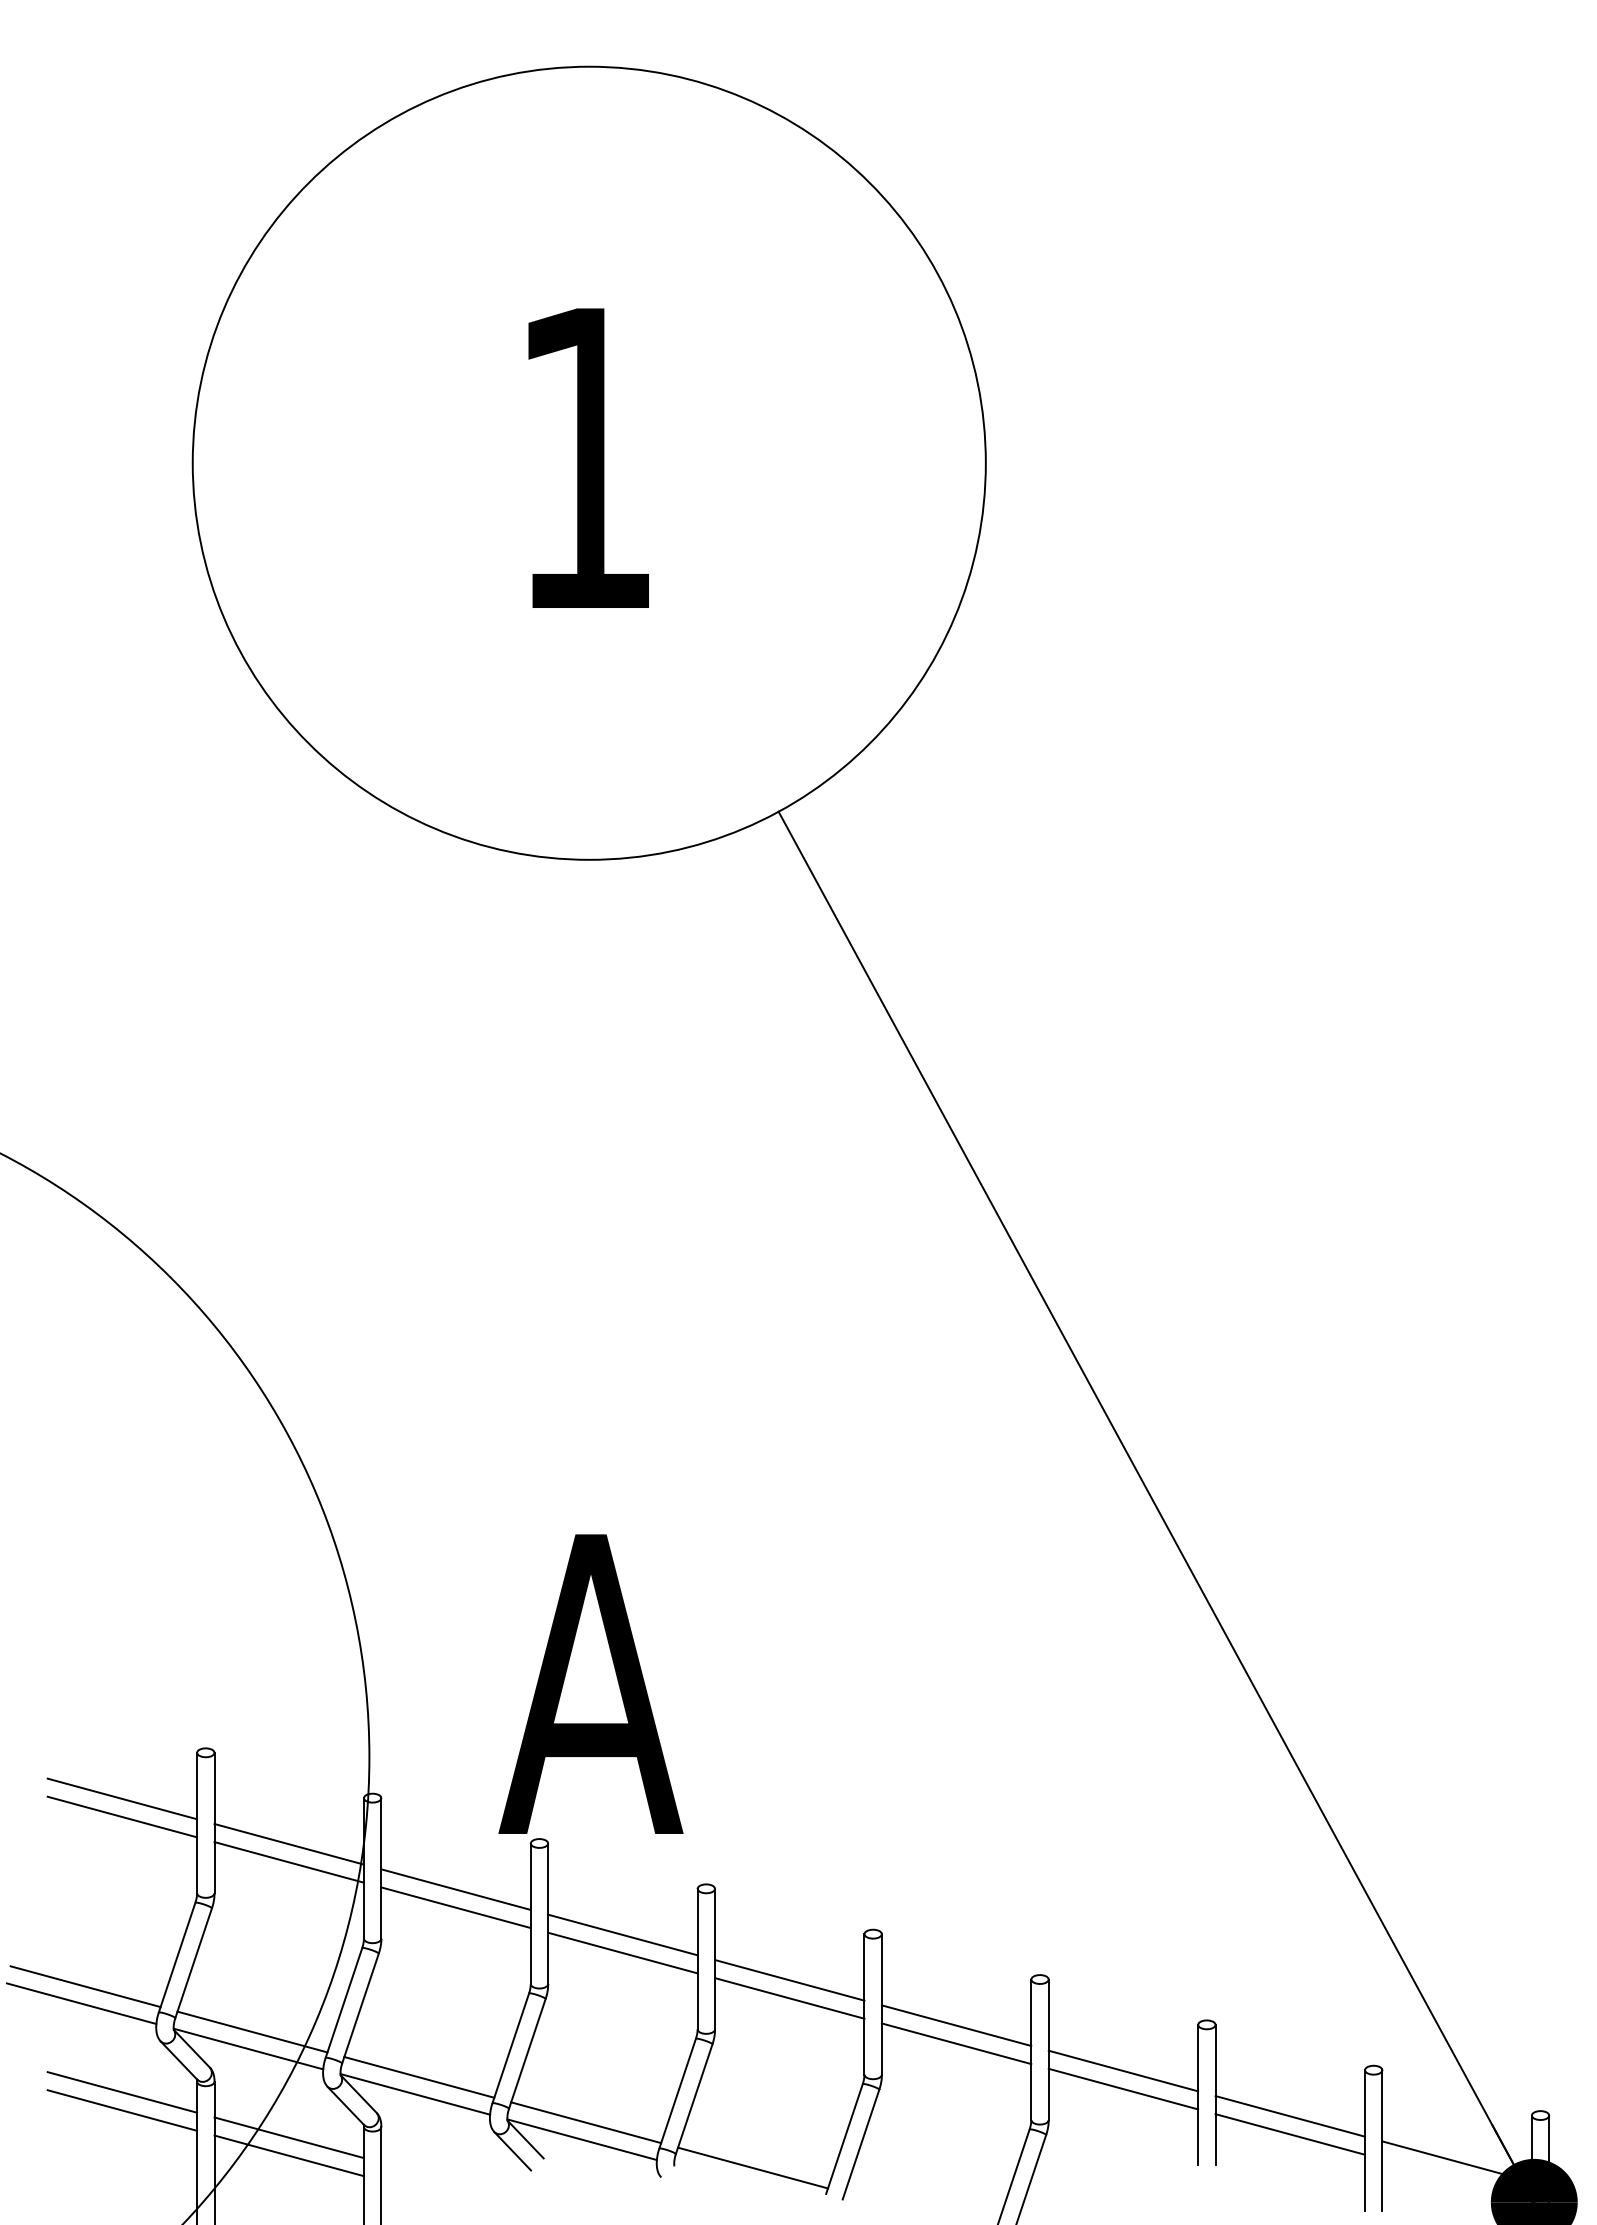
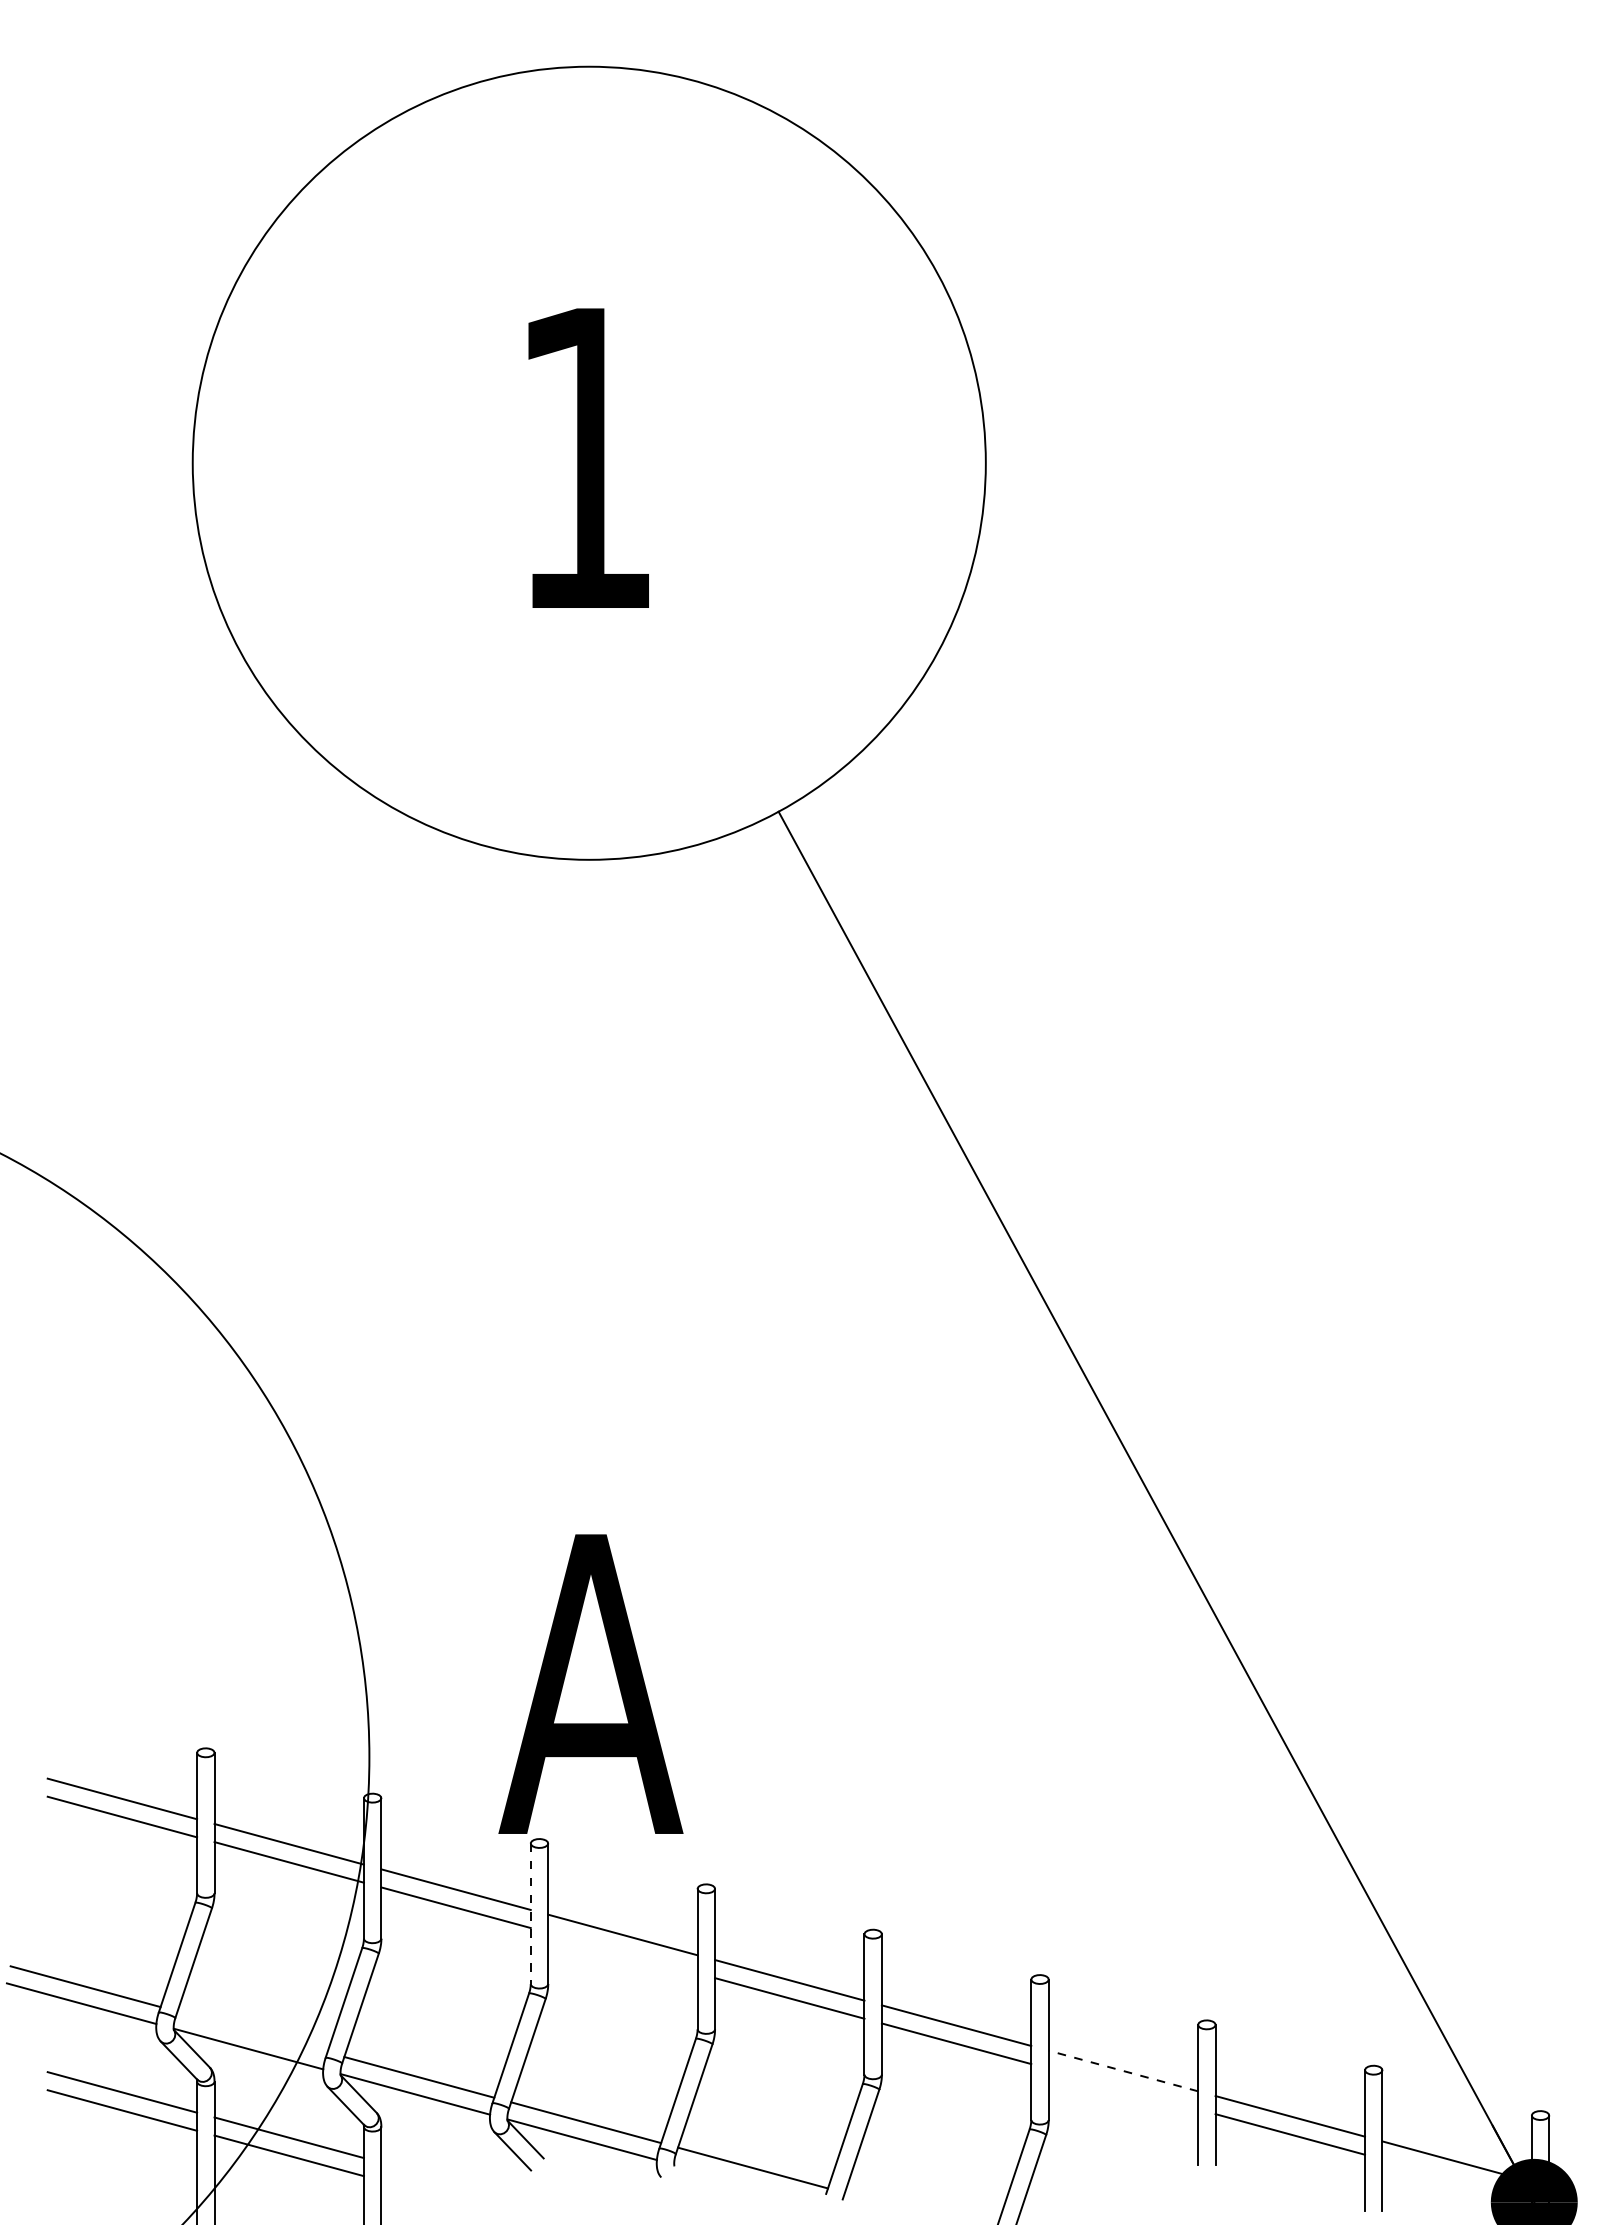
line at (530, 1914): solid -> dashed
line at (622, 1952): present -> none
line at (252, 2031): present -> none
line at (1122, 2070): solid -> dashed
line at (1123, 2088): present -> none
